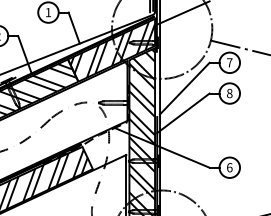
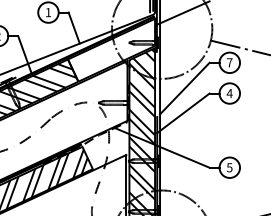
hatch at (112, 49): present -> none
text at (229, 93): 8 -> 4
text at (229, 167): 6 -> 5
